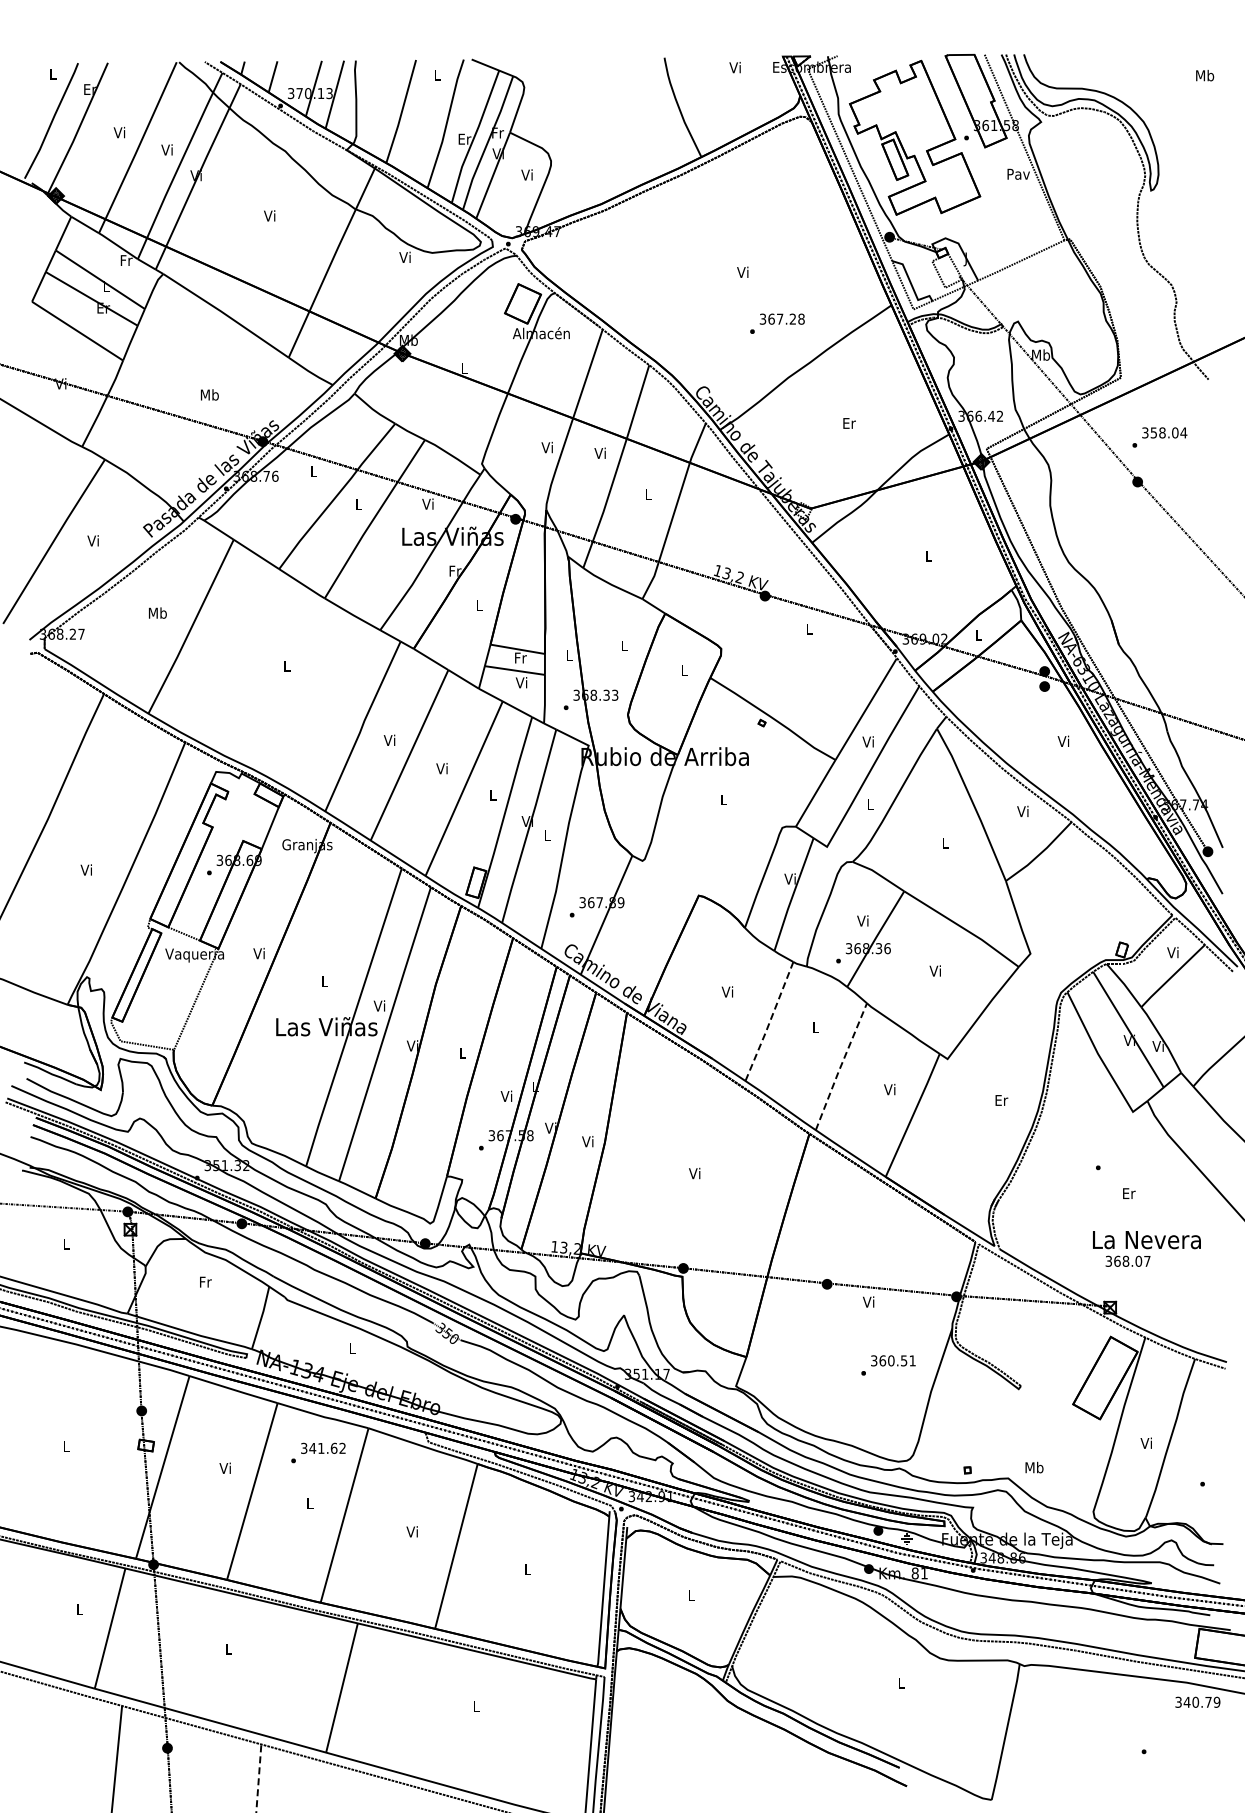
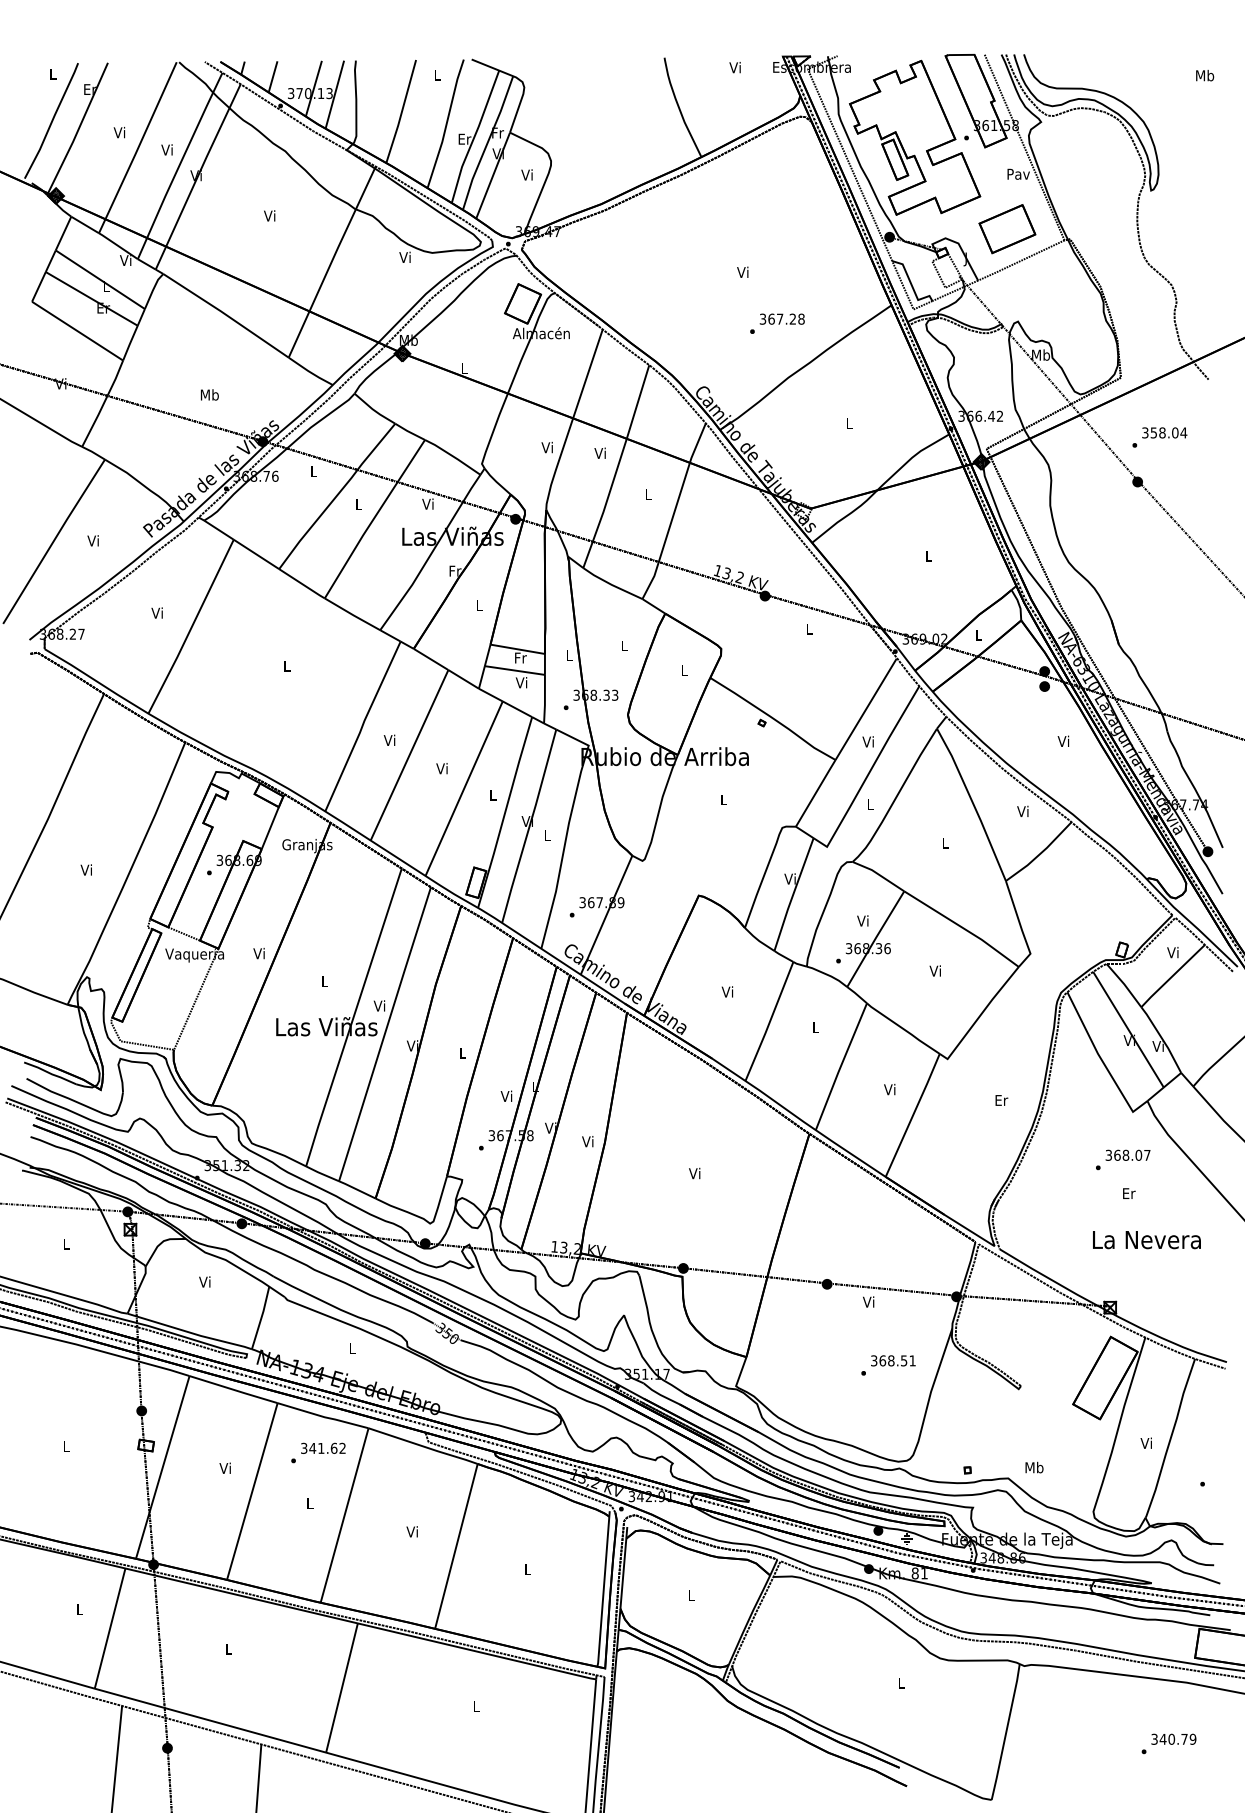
part at (1007, 229): none -> present
text at (126, 260): Fr -> Vi
text at (849, 423): Er -> L
text at (157, 612): Mb -> Vi
line at (769, 1022): dashed -> solid
line at (840, 1067): dashed -> solid
text at (1127, 1260) position: (1127, 1260) -> (1127, 1154)
text at (205, 1281): Fr -> Vi
text at (891, 1360): 360.51 -> 368.51
text at (1197, 1701) position: (1197, 1701) -> (1173, 1738)
line at (258, 1778): dashed -> solid
